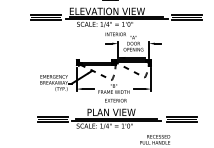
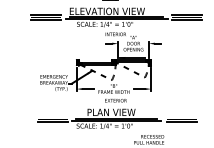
line at (52, 117): present -> none
line at (181, 117): present -> none
text at (155, 139) position: (155, 139) -> (149, 139)
